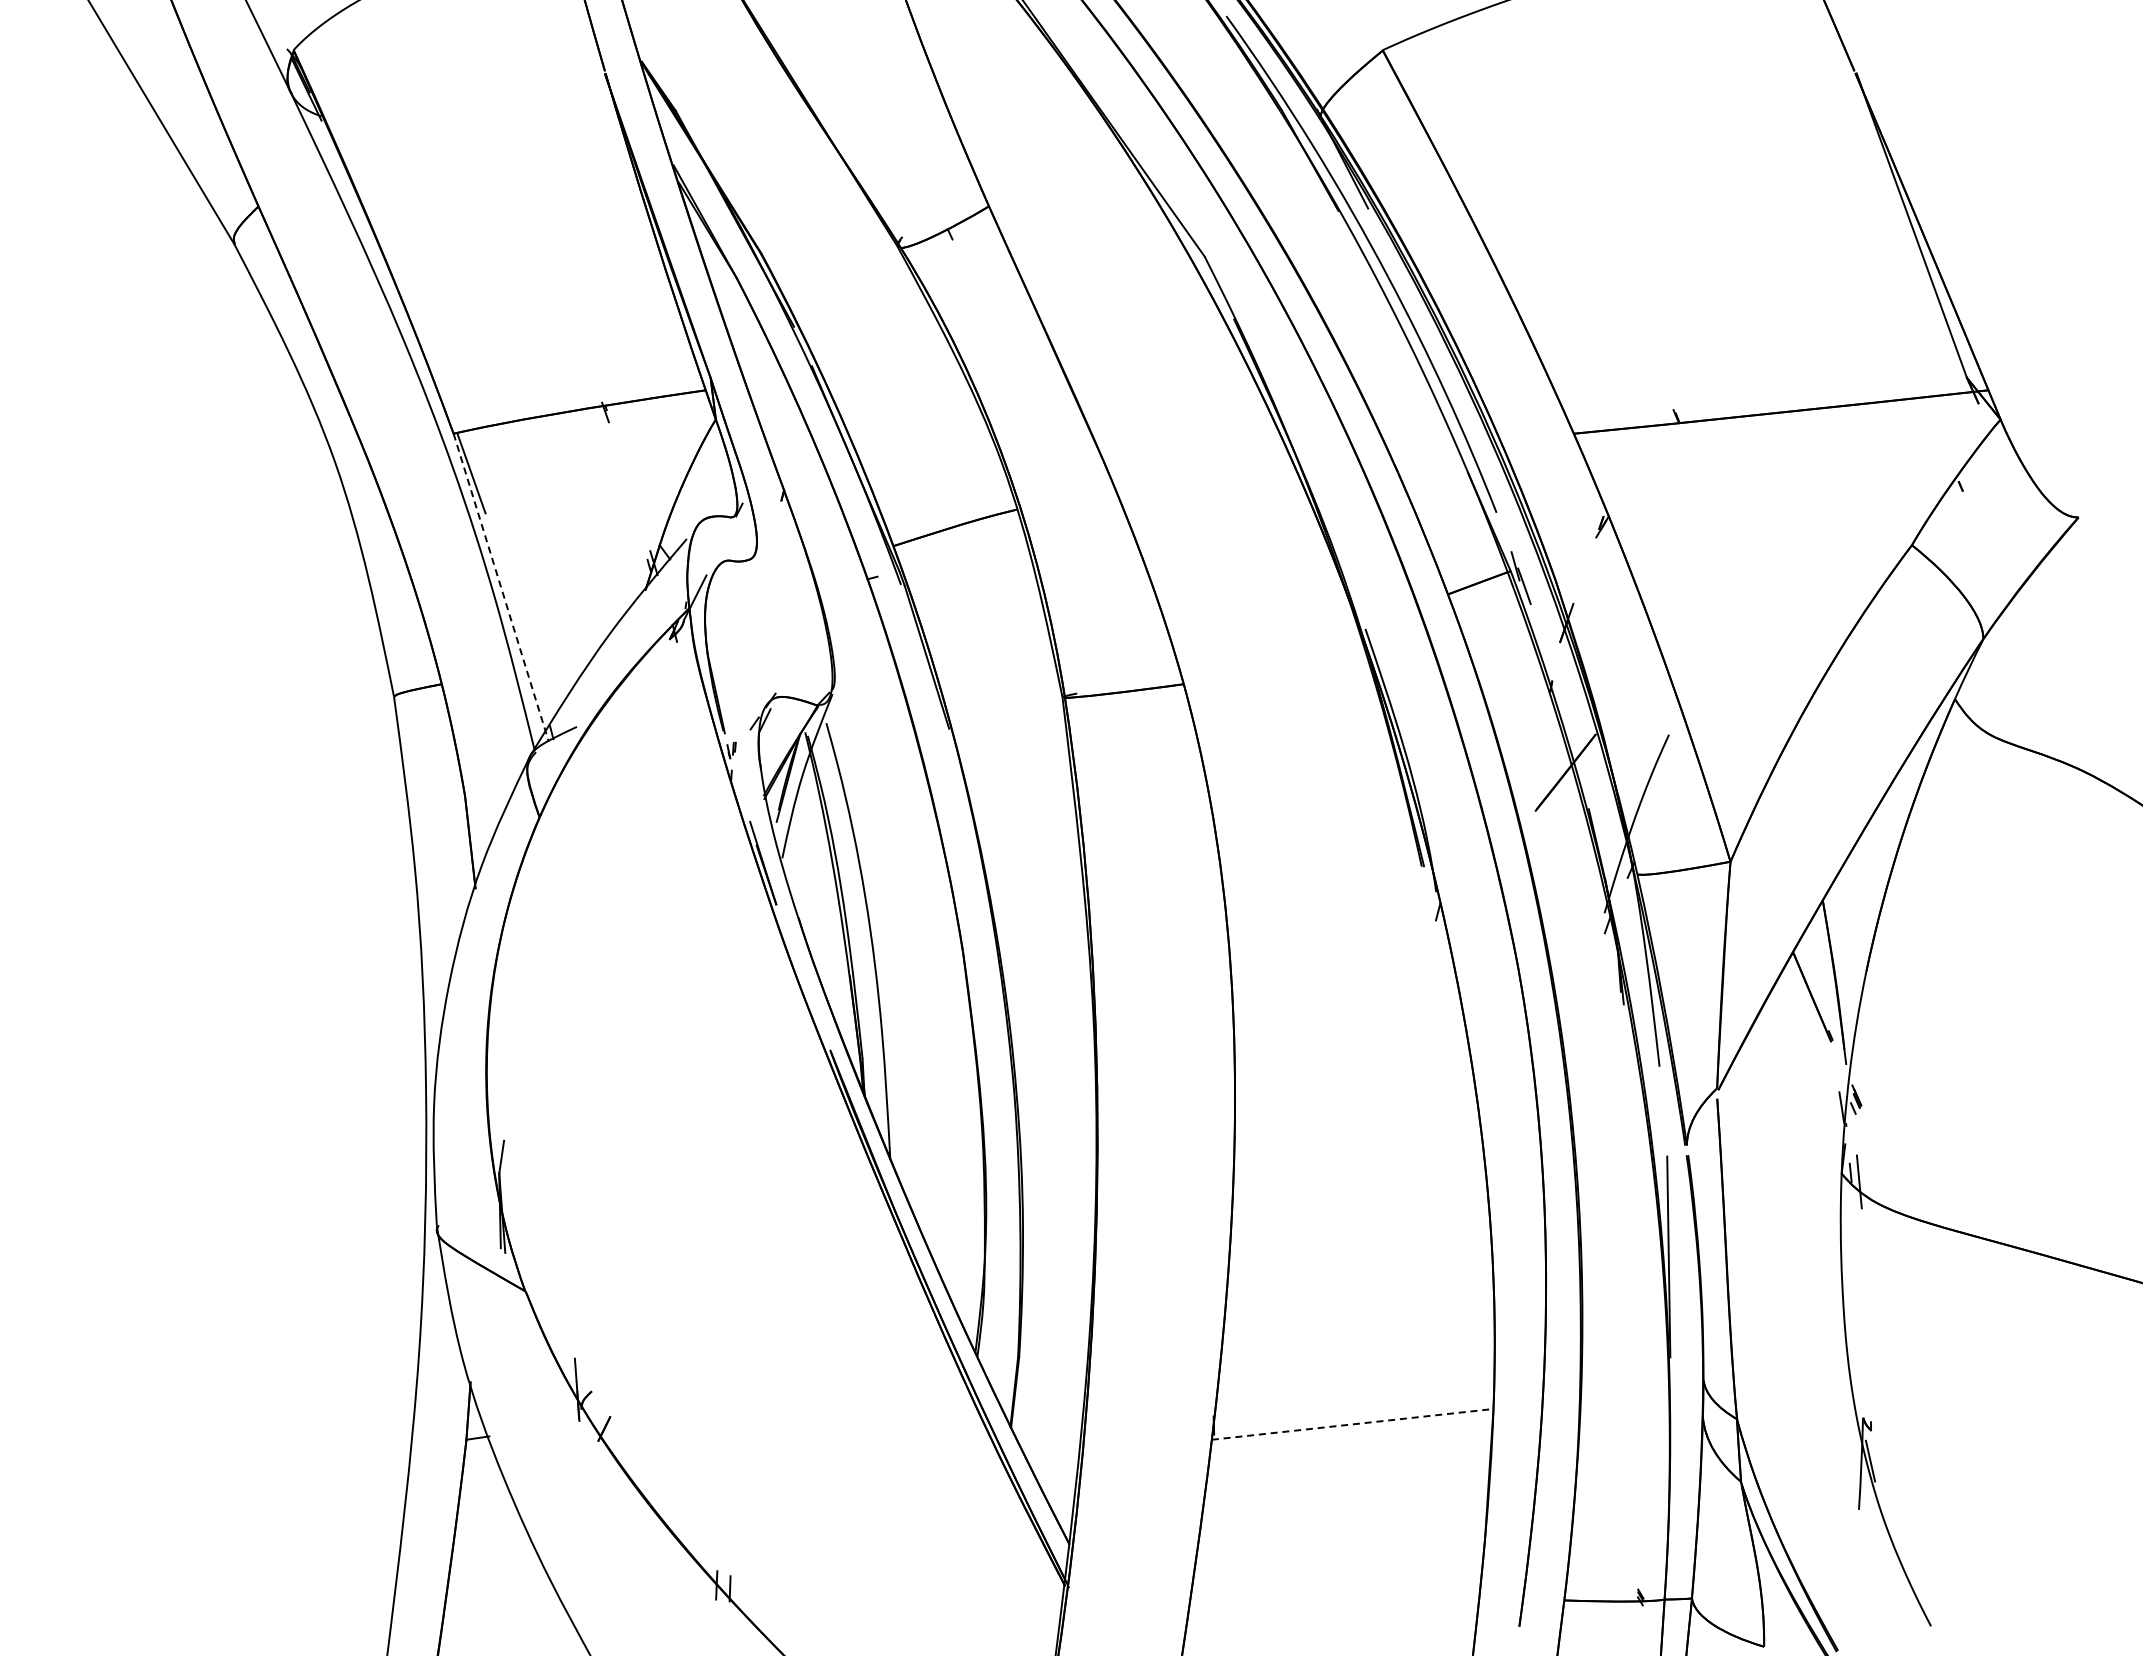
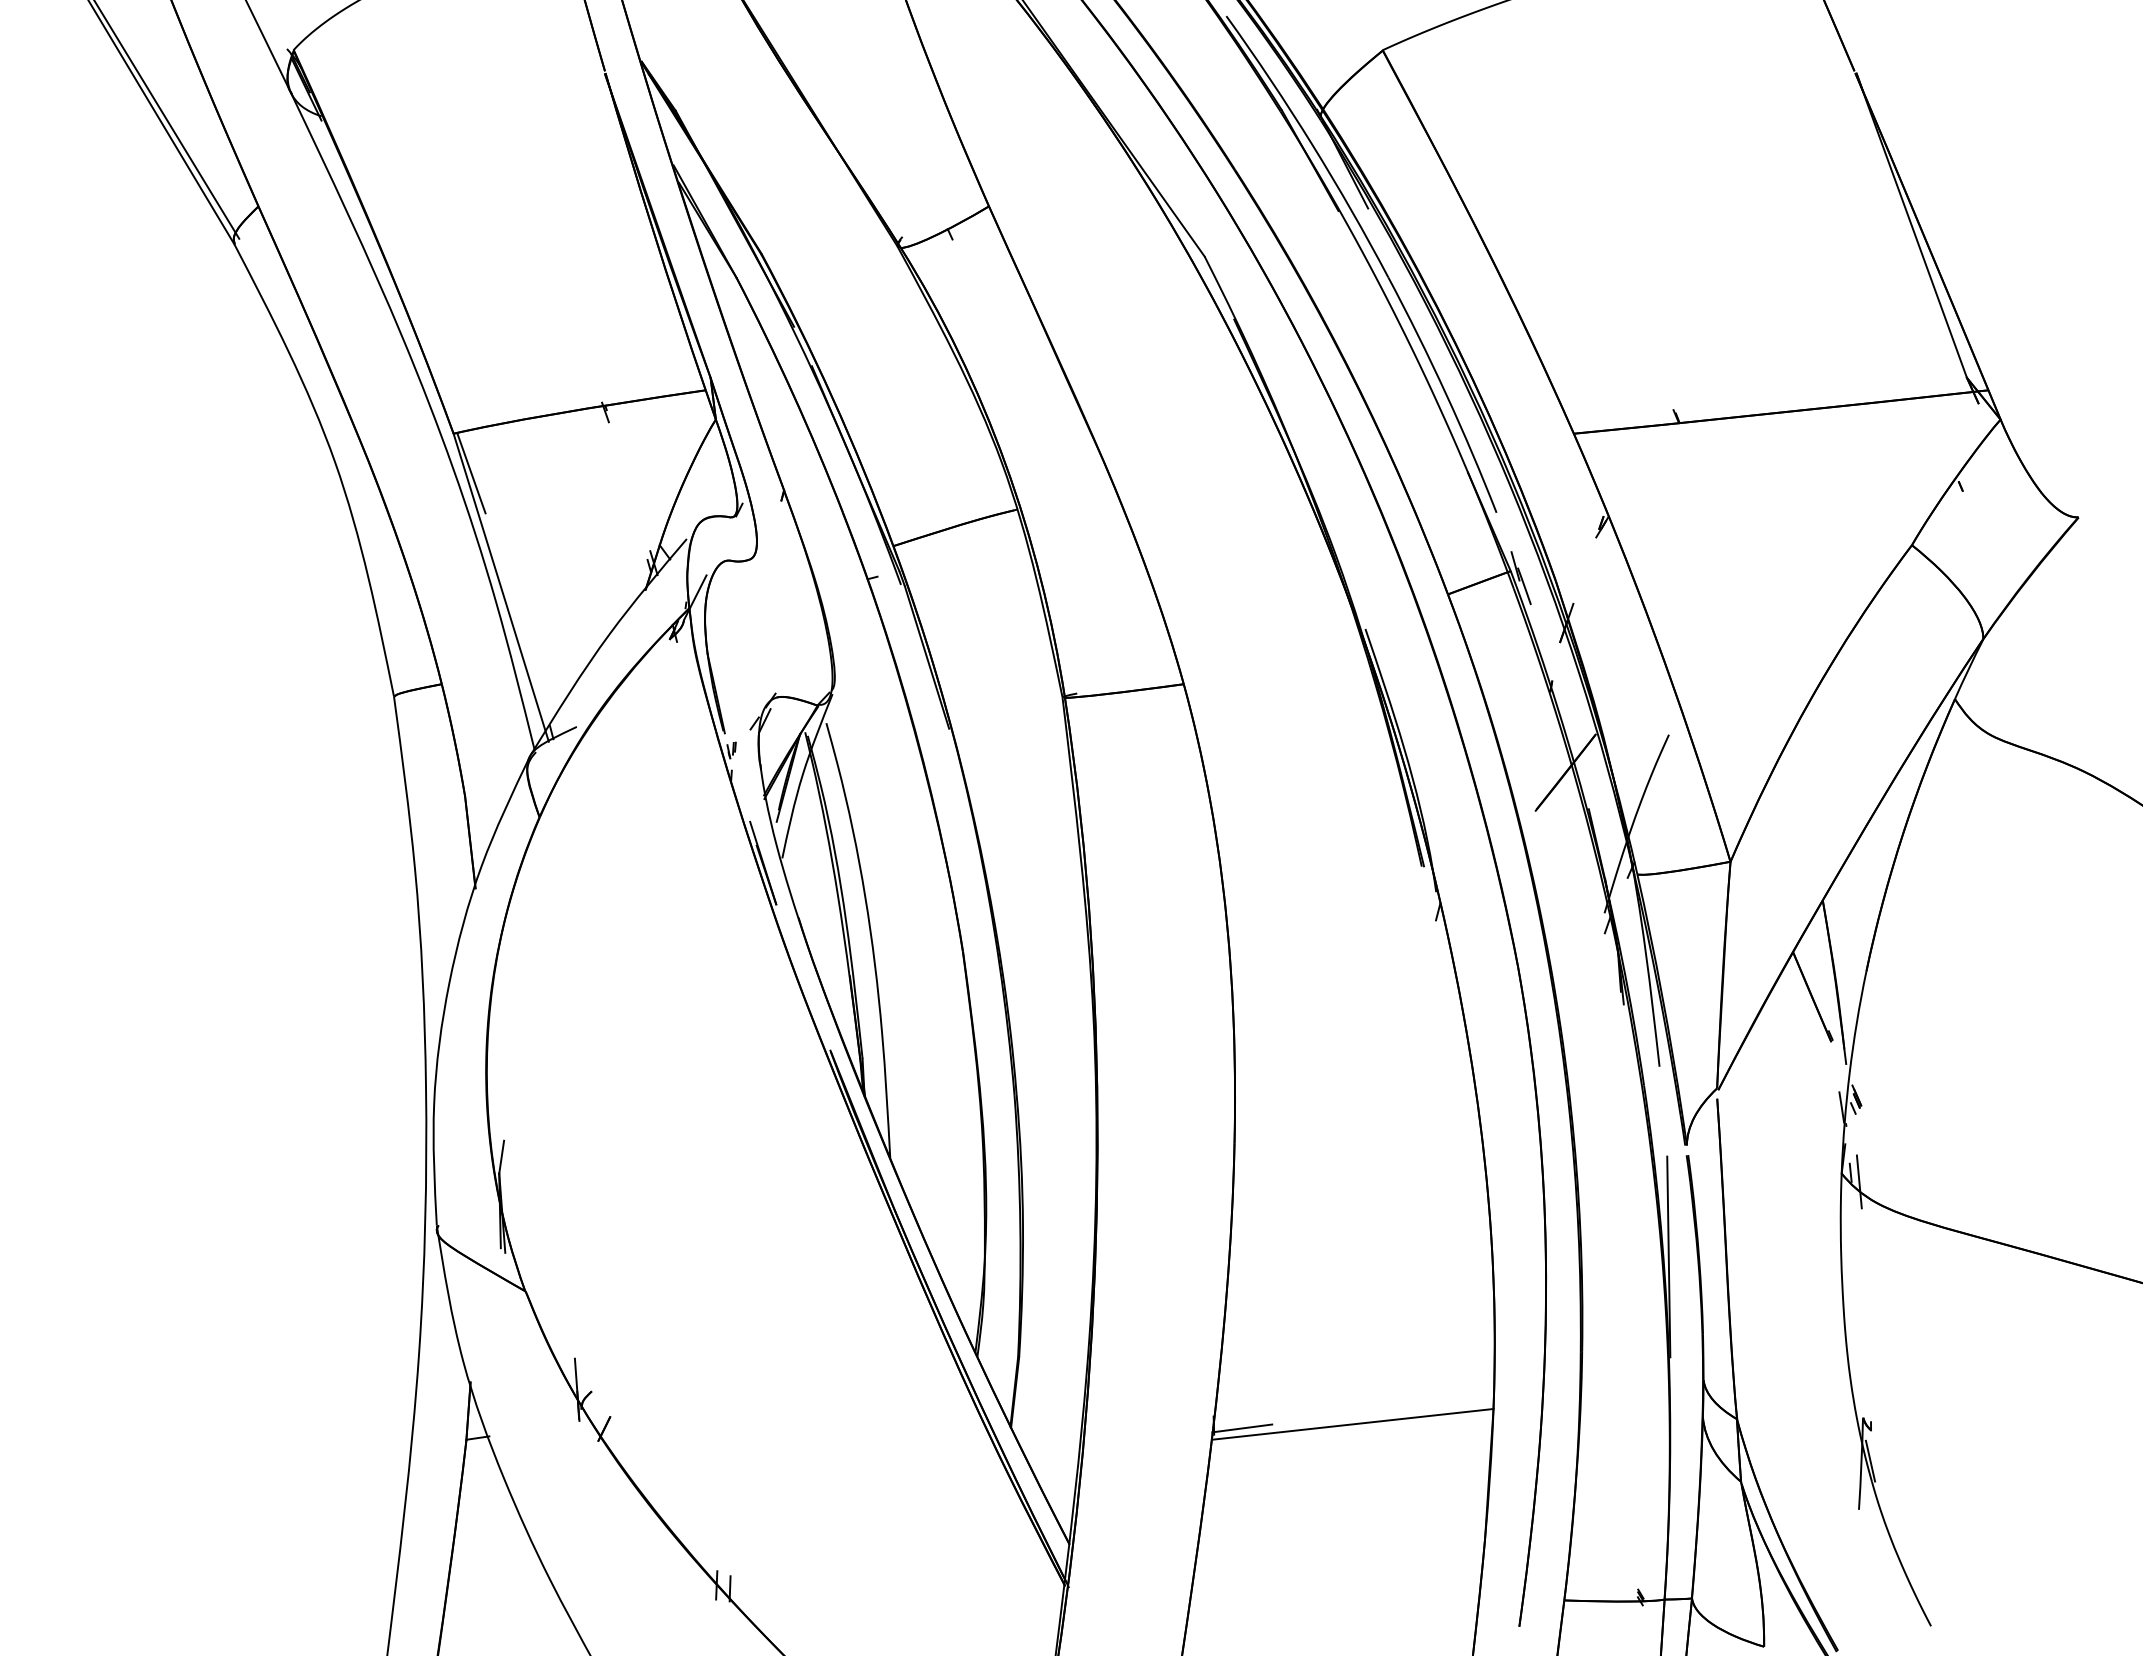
line at (167, 120): none -> present
line at (501, 588): dashed -> solid
line at (1352, 1424): dashed -> solid
line at (1242, 1428): none -> present
